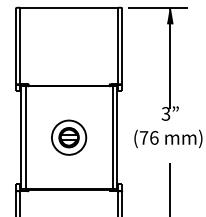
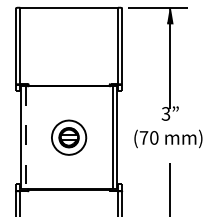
line at (25, 137): solid -> dashed
text at (154, 137): (76 -> (70
